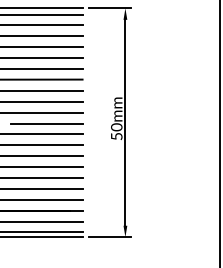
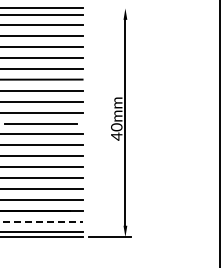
line at (110, 8): present -> none
line at (46, 123) position: (46, 123) -> (40, 123)
text at (116, 136): 50mm -> 40mm
line at (41, 221): solid -> dashed
